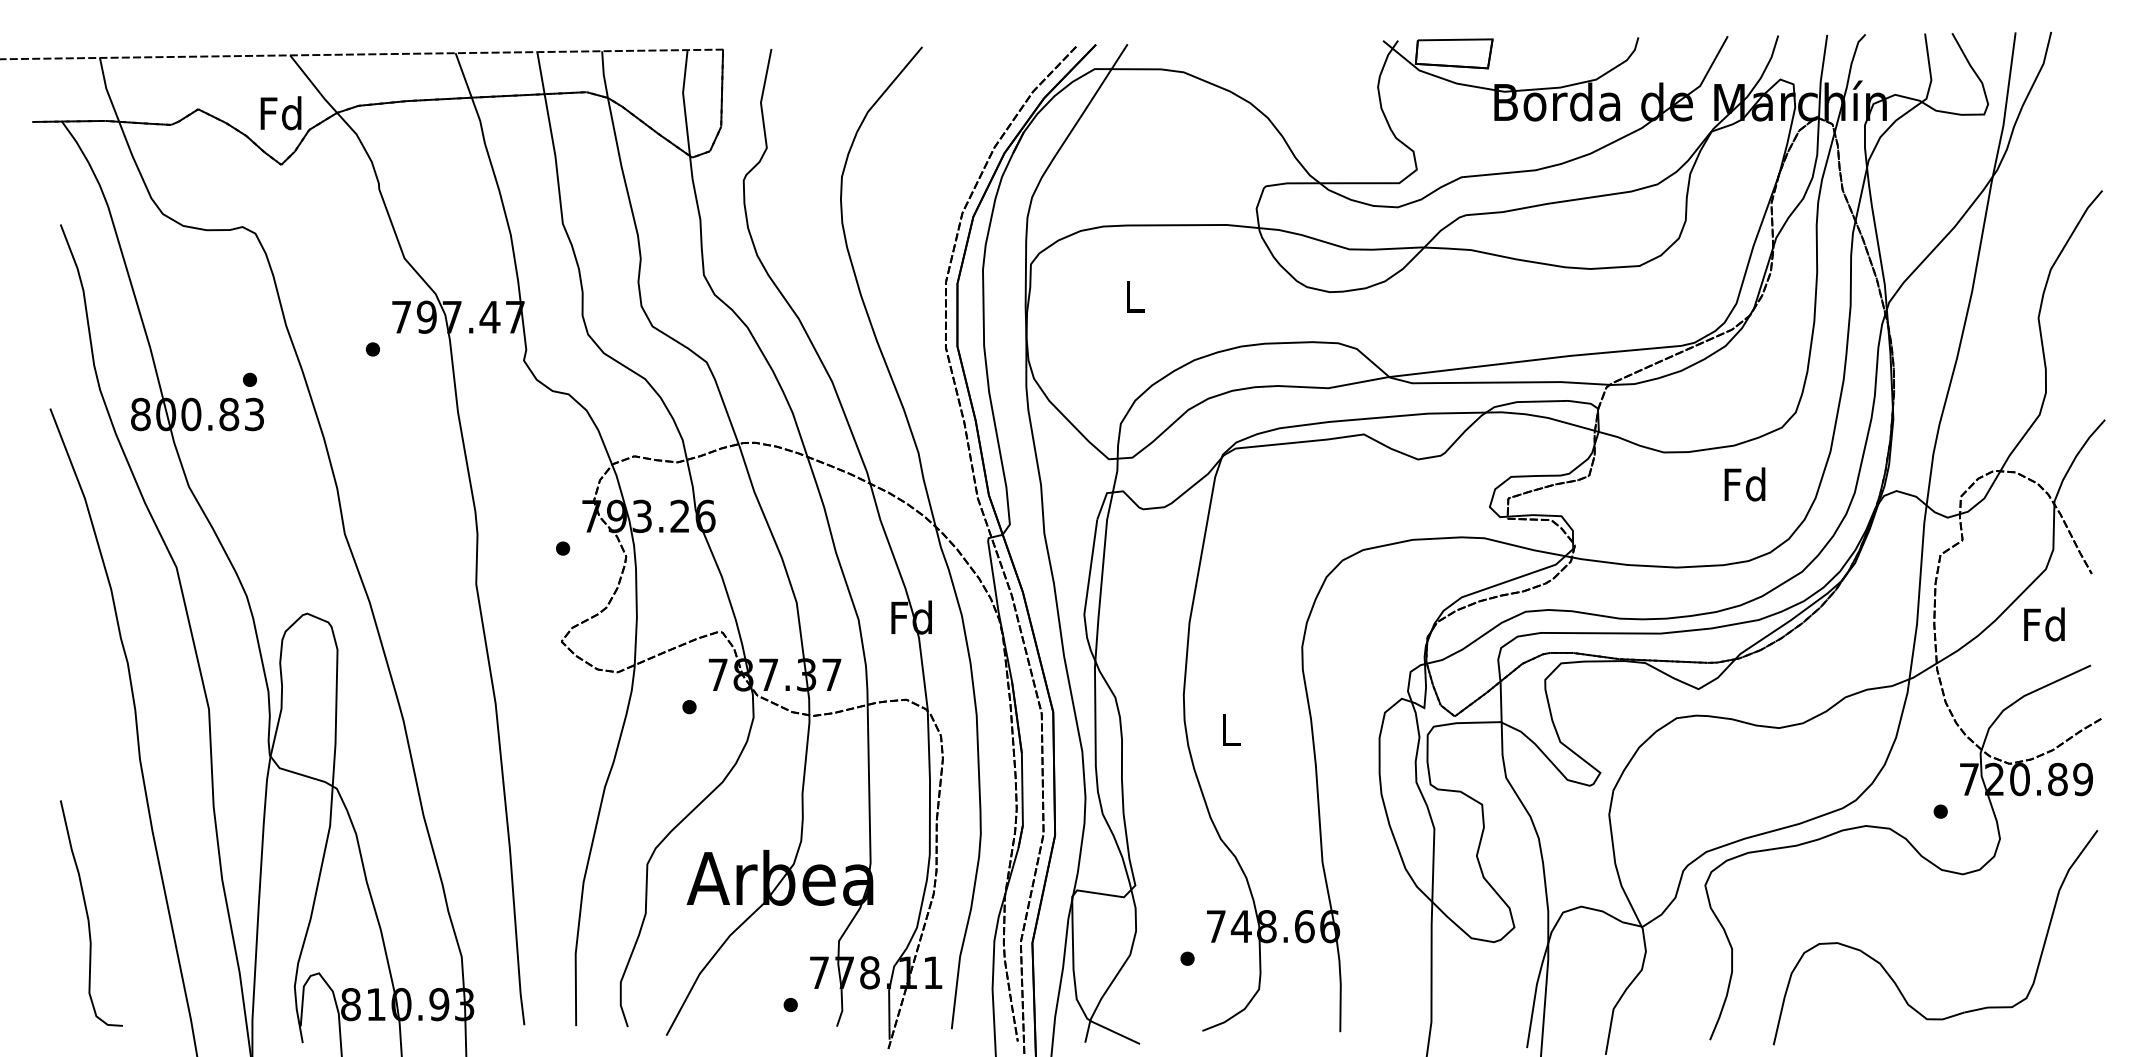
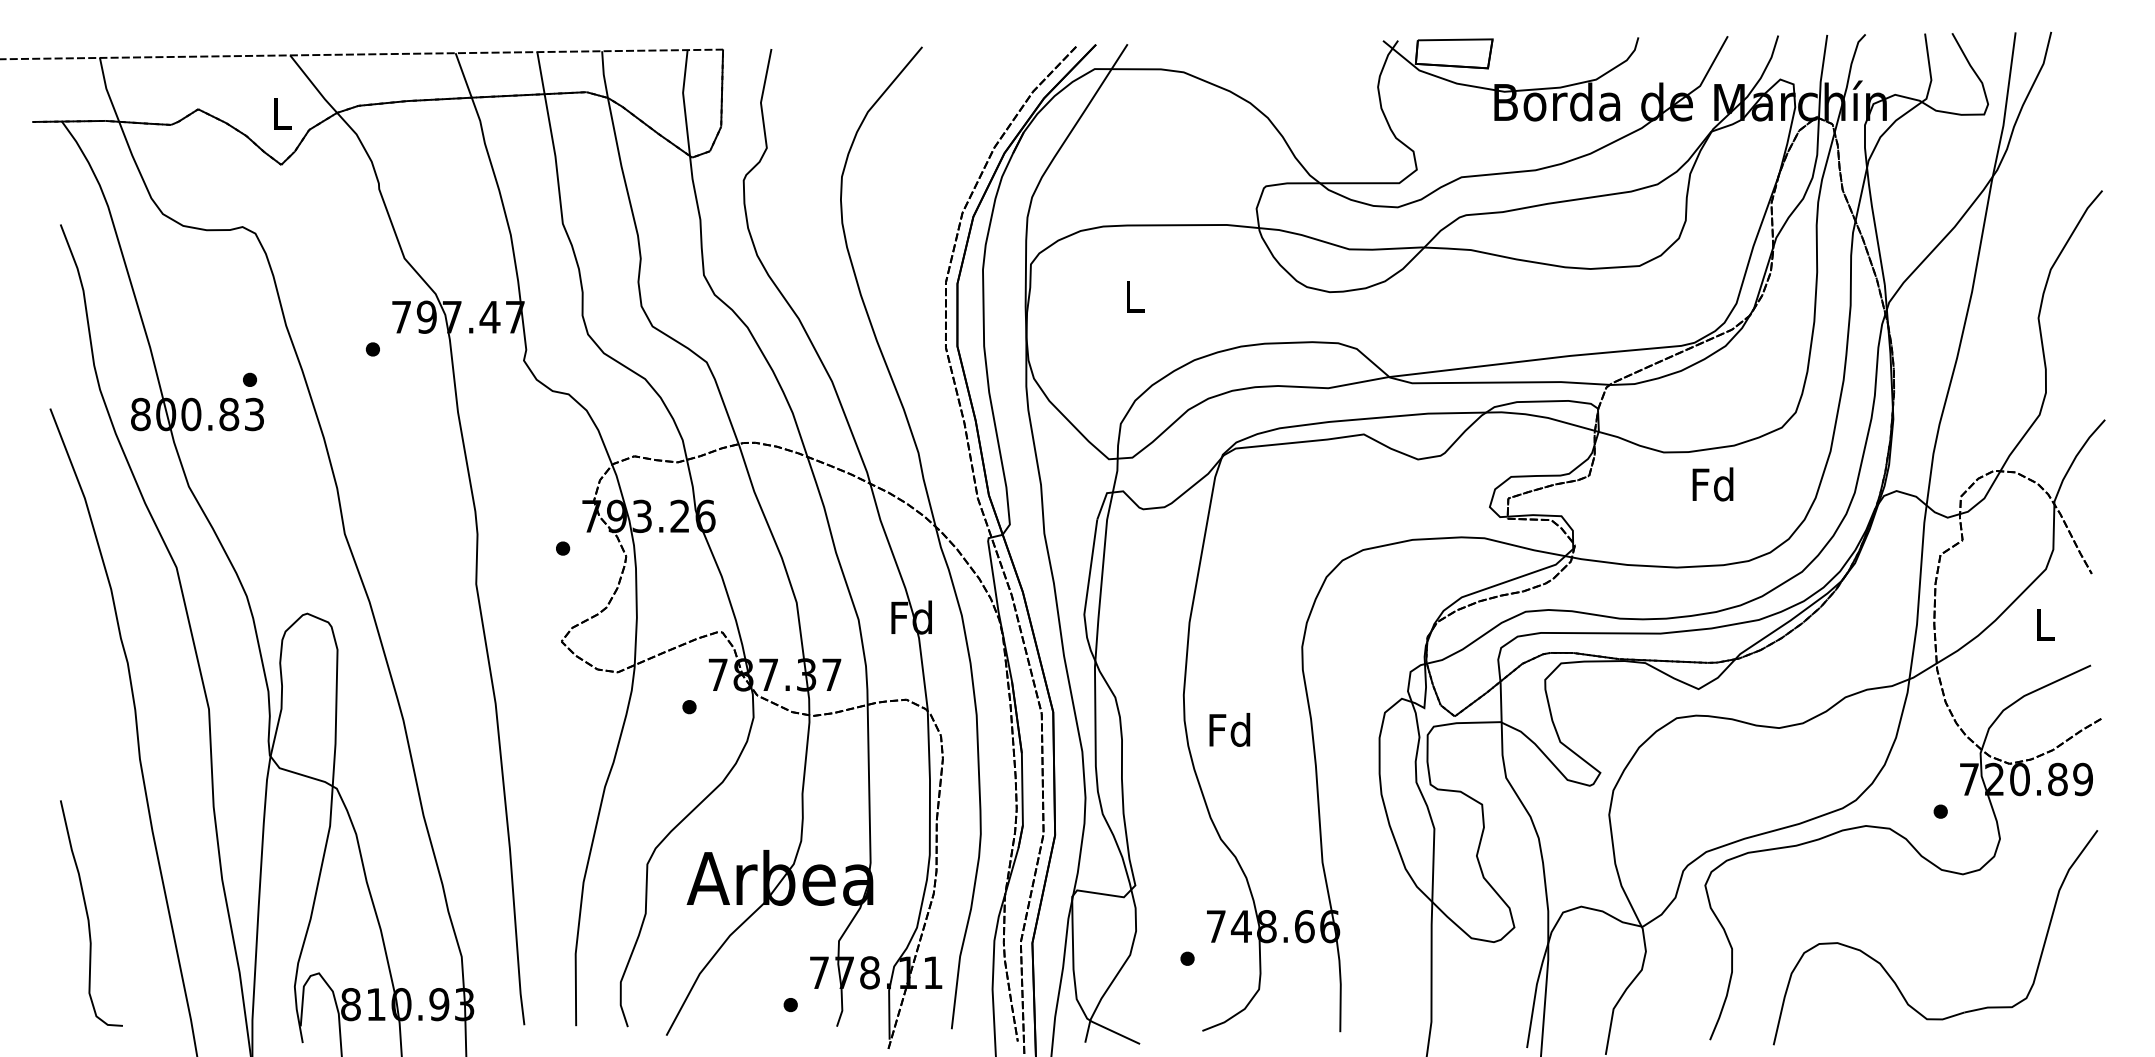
text at (280, 113): Fd -> L
text at (1744, 484) position: (1744, 484) -> (1712, 484)
text at (2044, 624): Fd -> L
text at (1229, 729): L -> Fd
